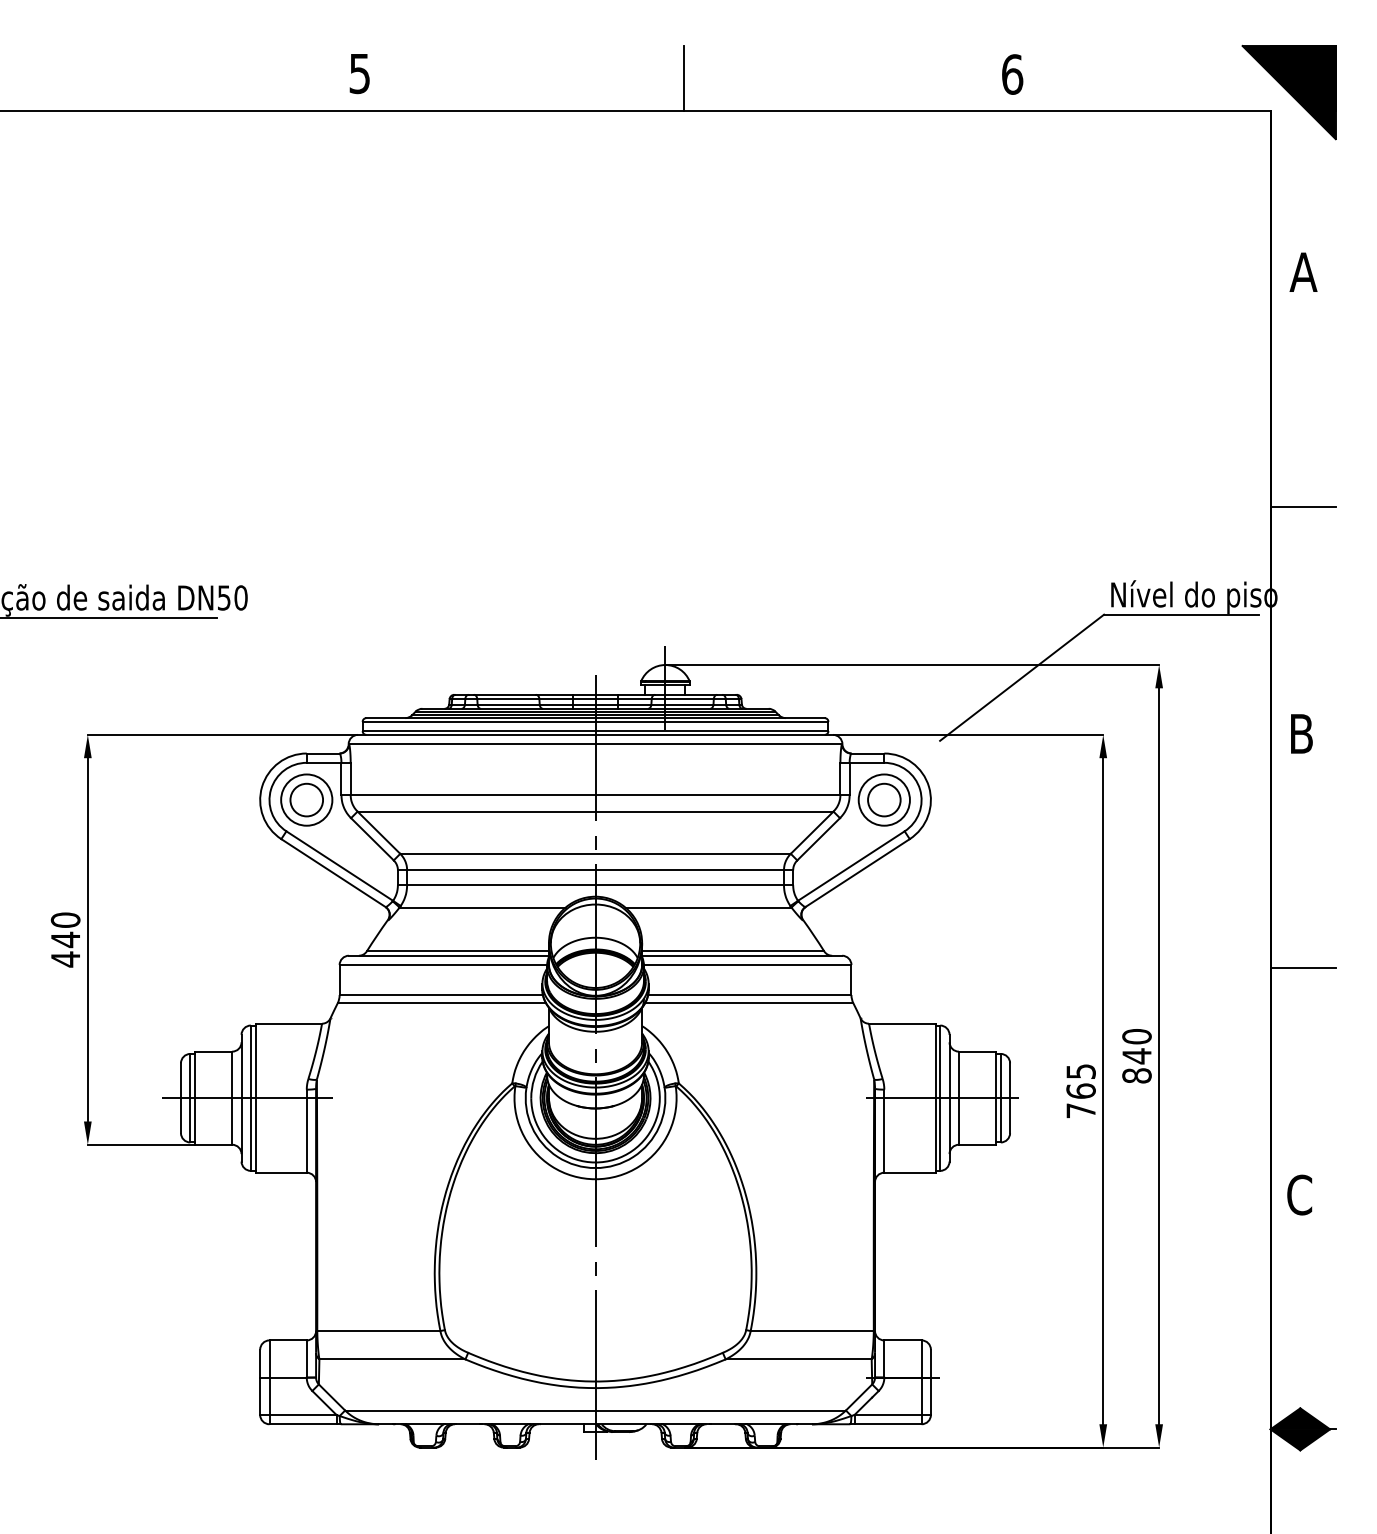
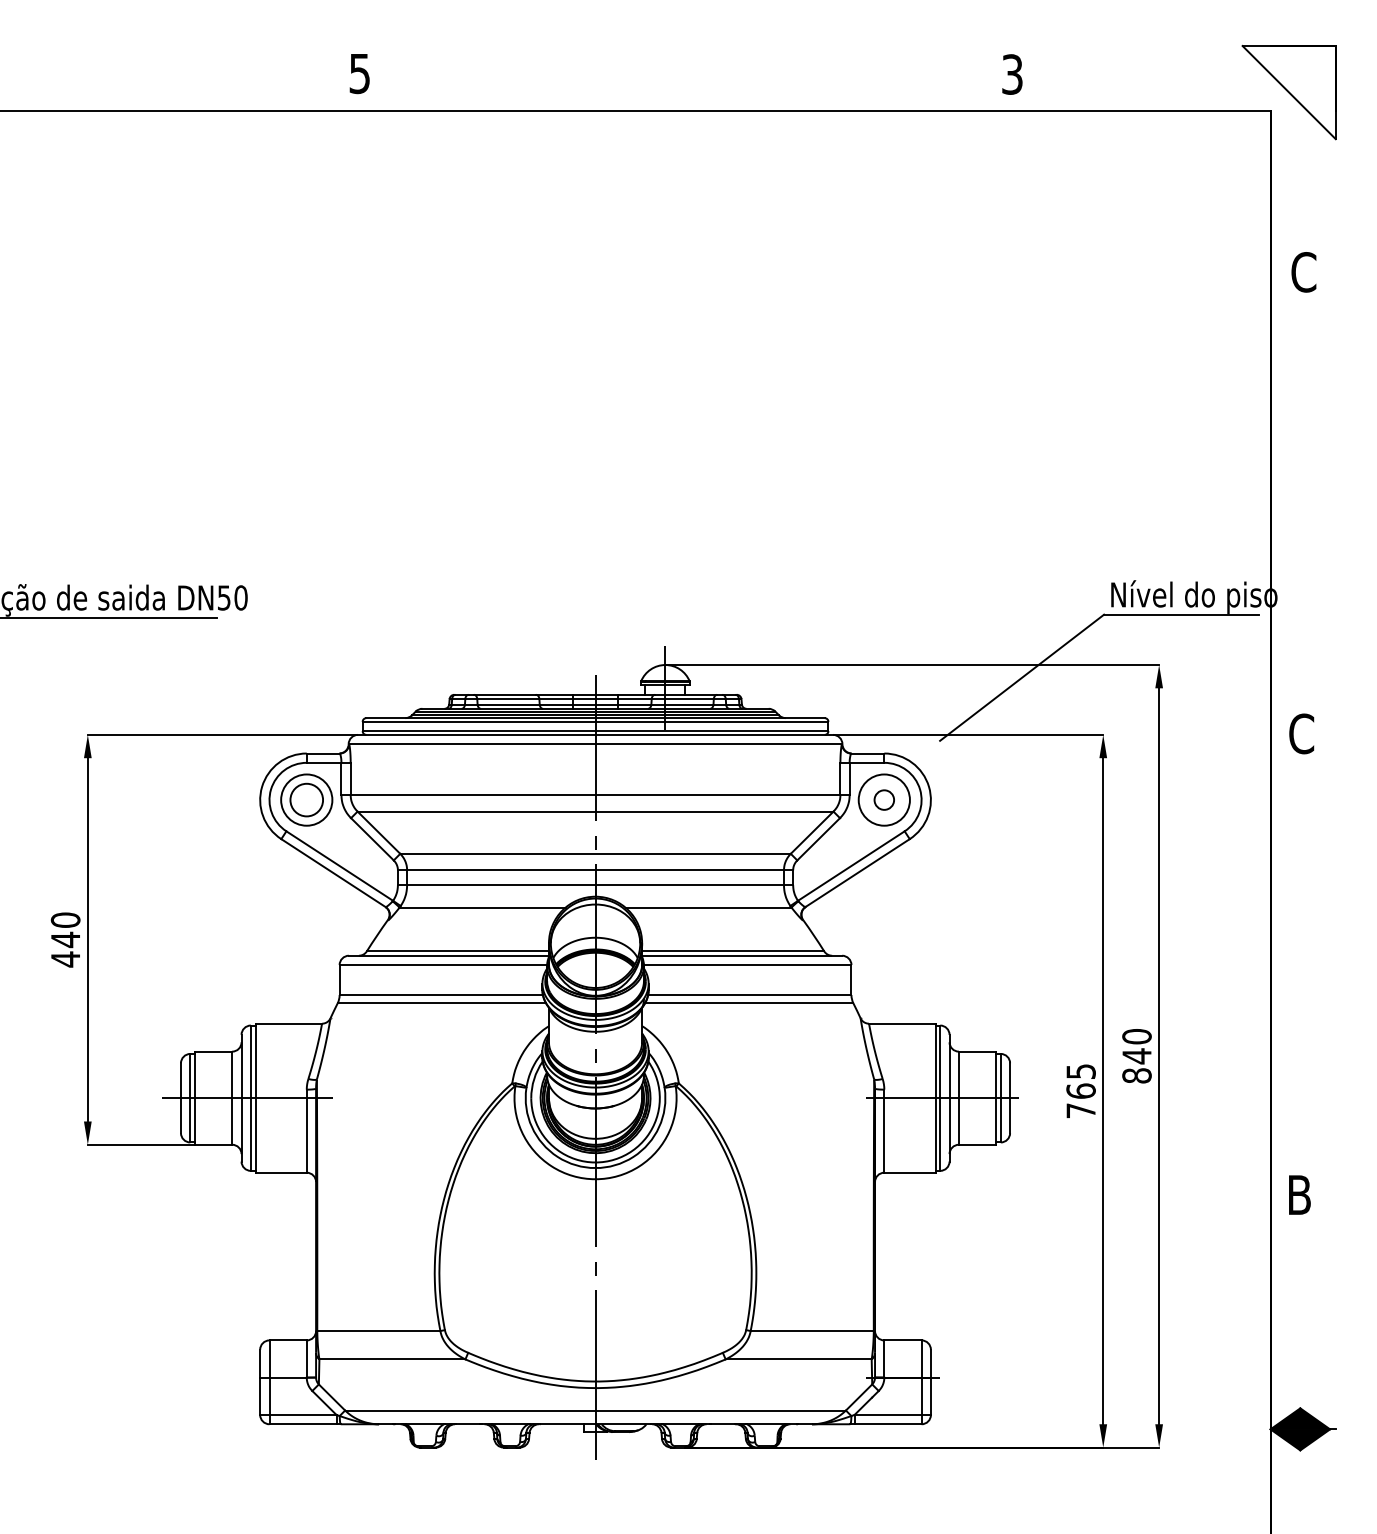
text at (1012, 74): 6 -> 3
line at (683, 78): present -> none
fill at (1288, 92): present -> none
text at (1303, 272): A -> C
line at (1302, 507): present -> none
text at (1301, 733): B -> C
circle at (884, 799) diameter: 33 px -> 20 px
line at (1302, 968): present -> none
text at (1299, 1194): C -> B
